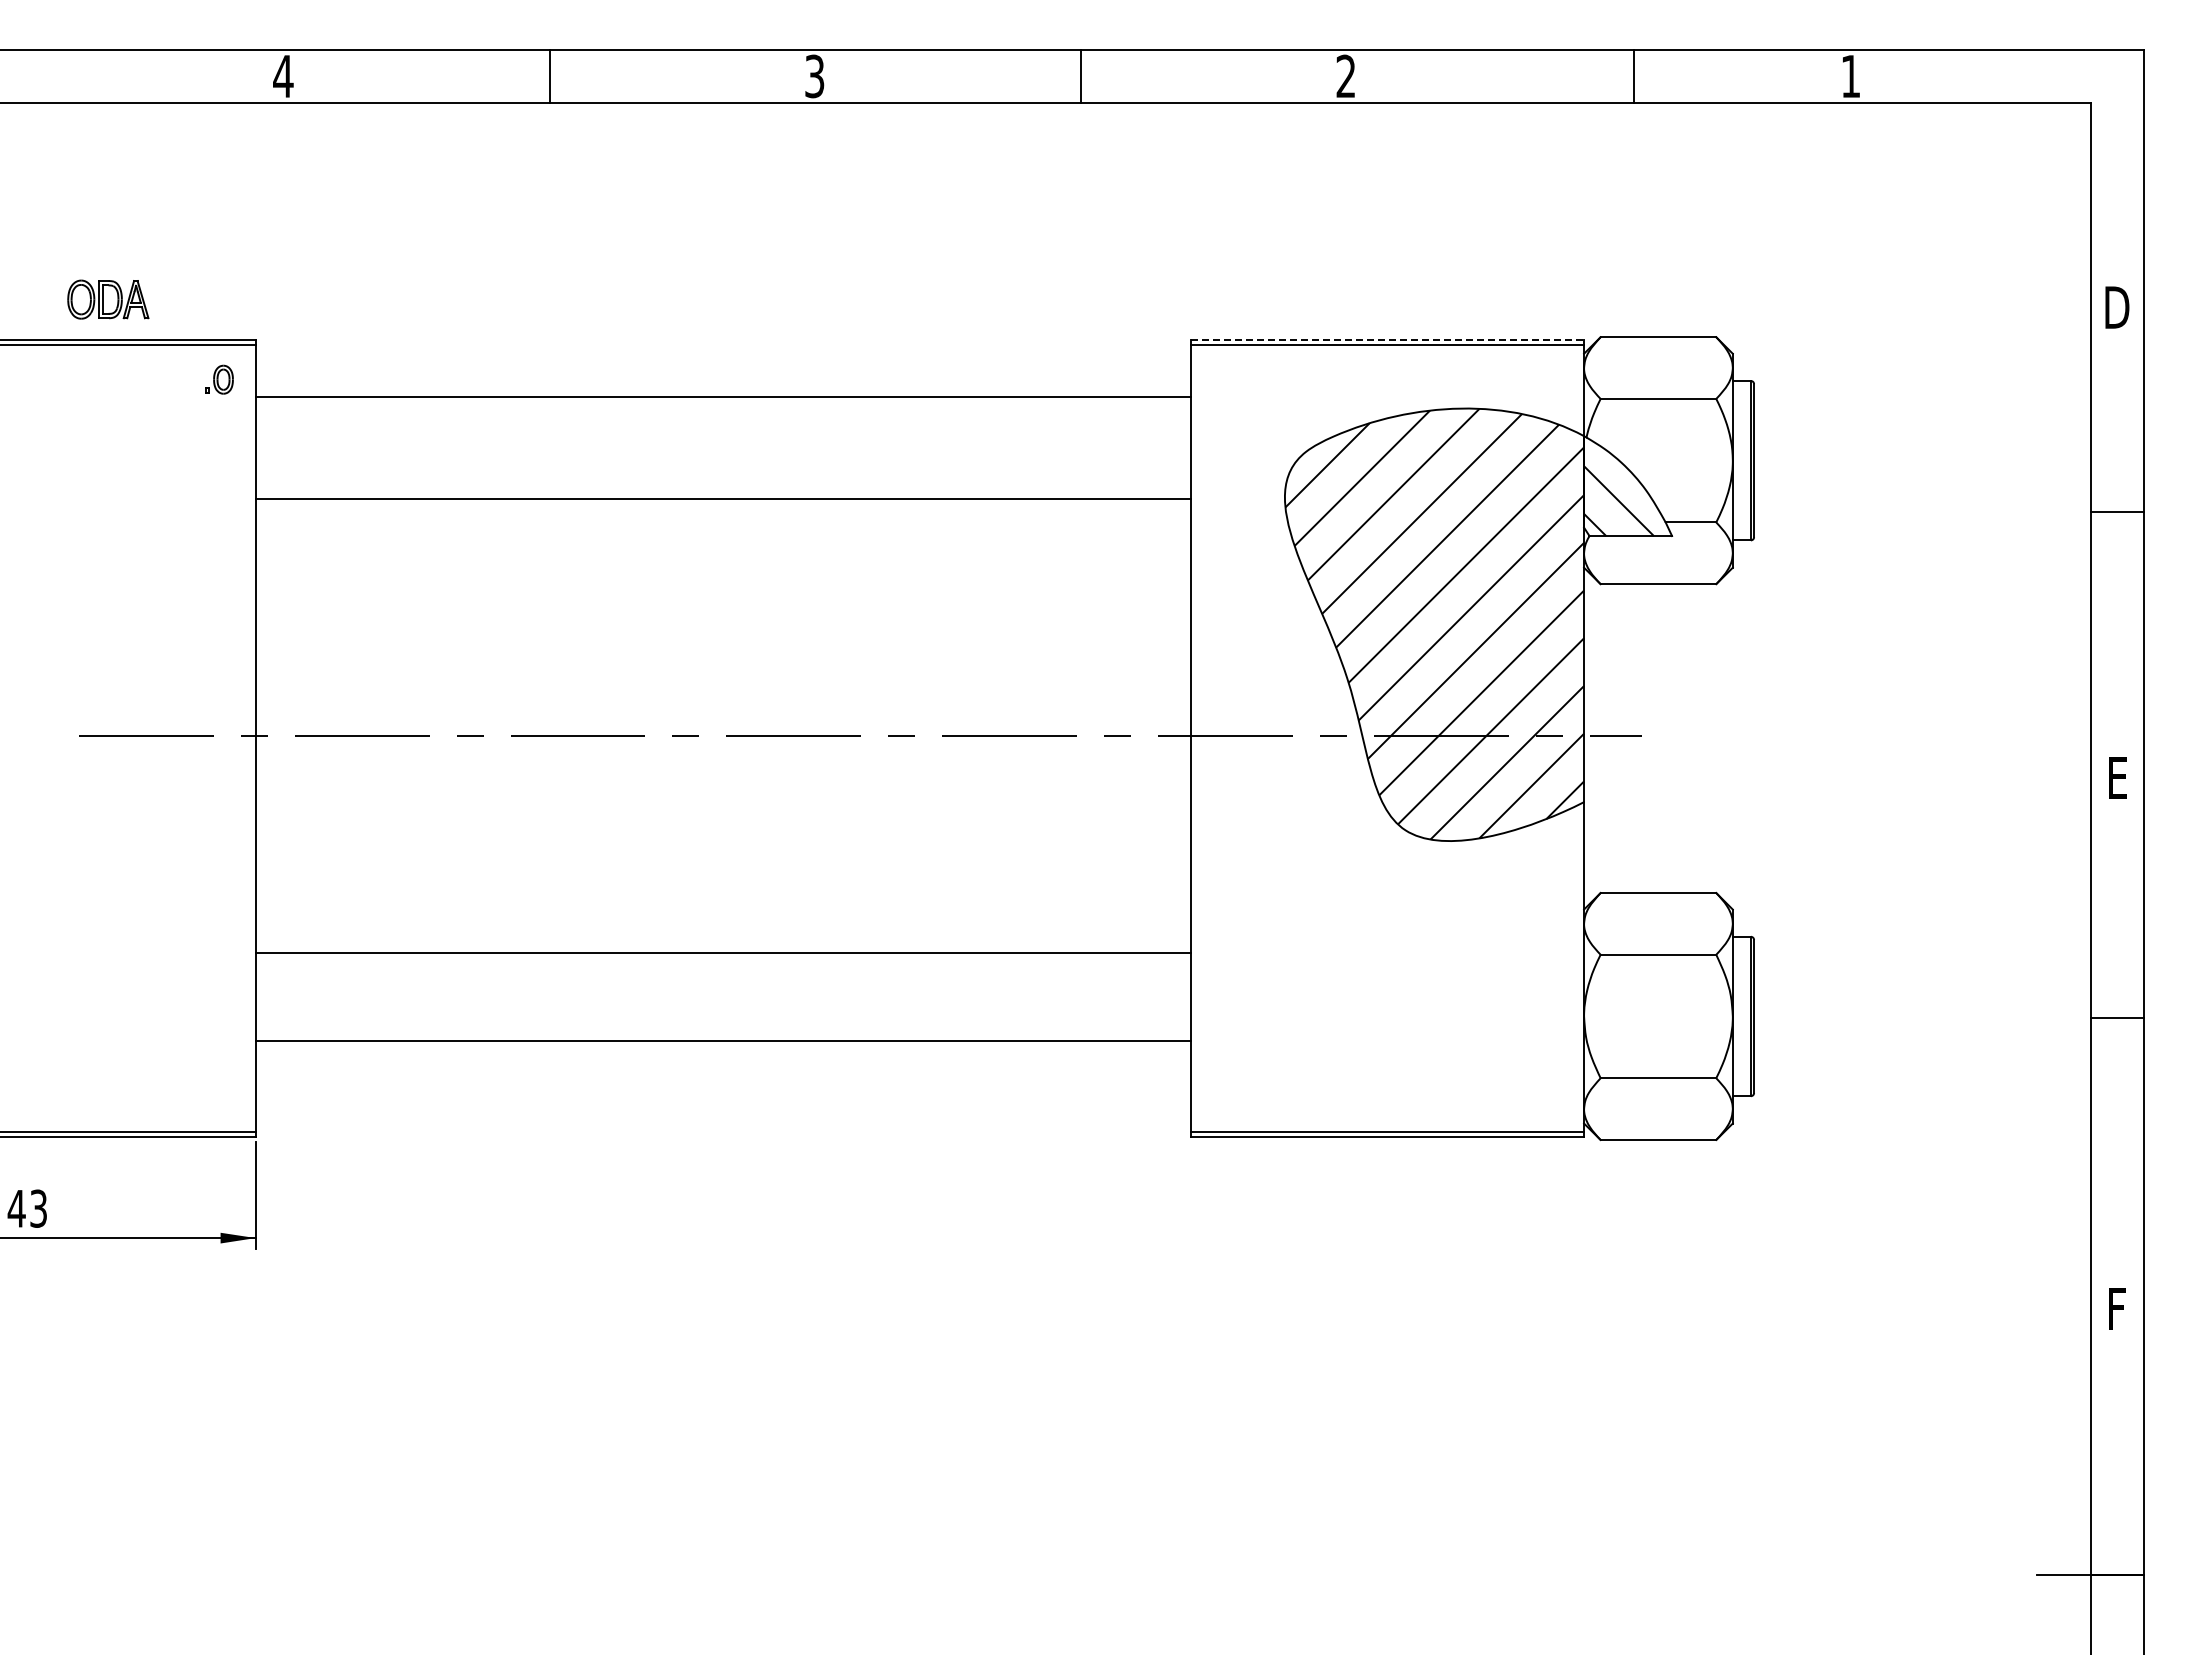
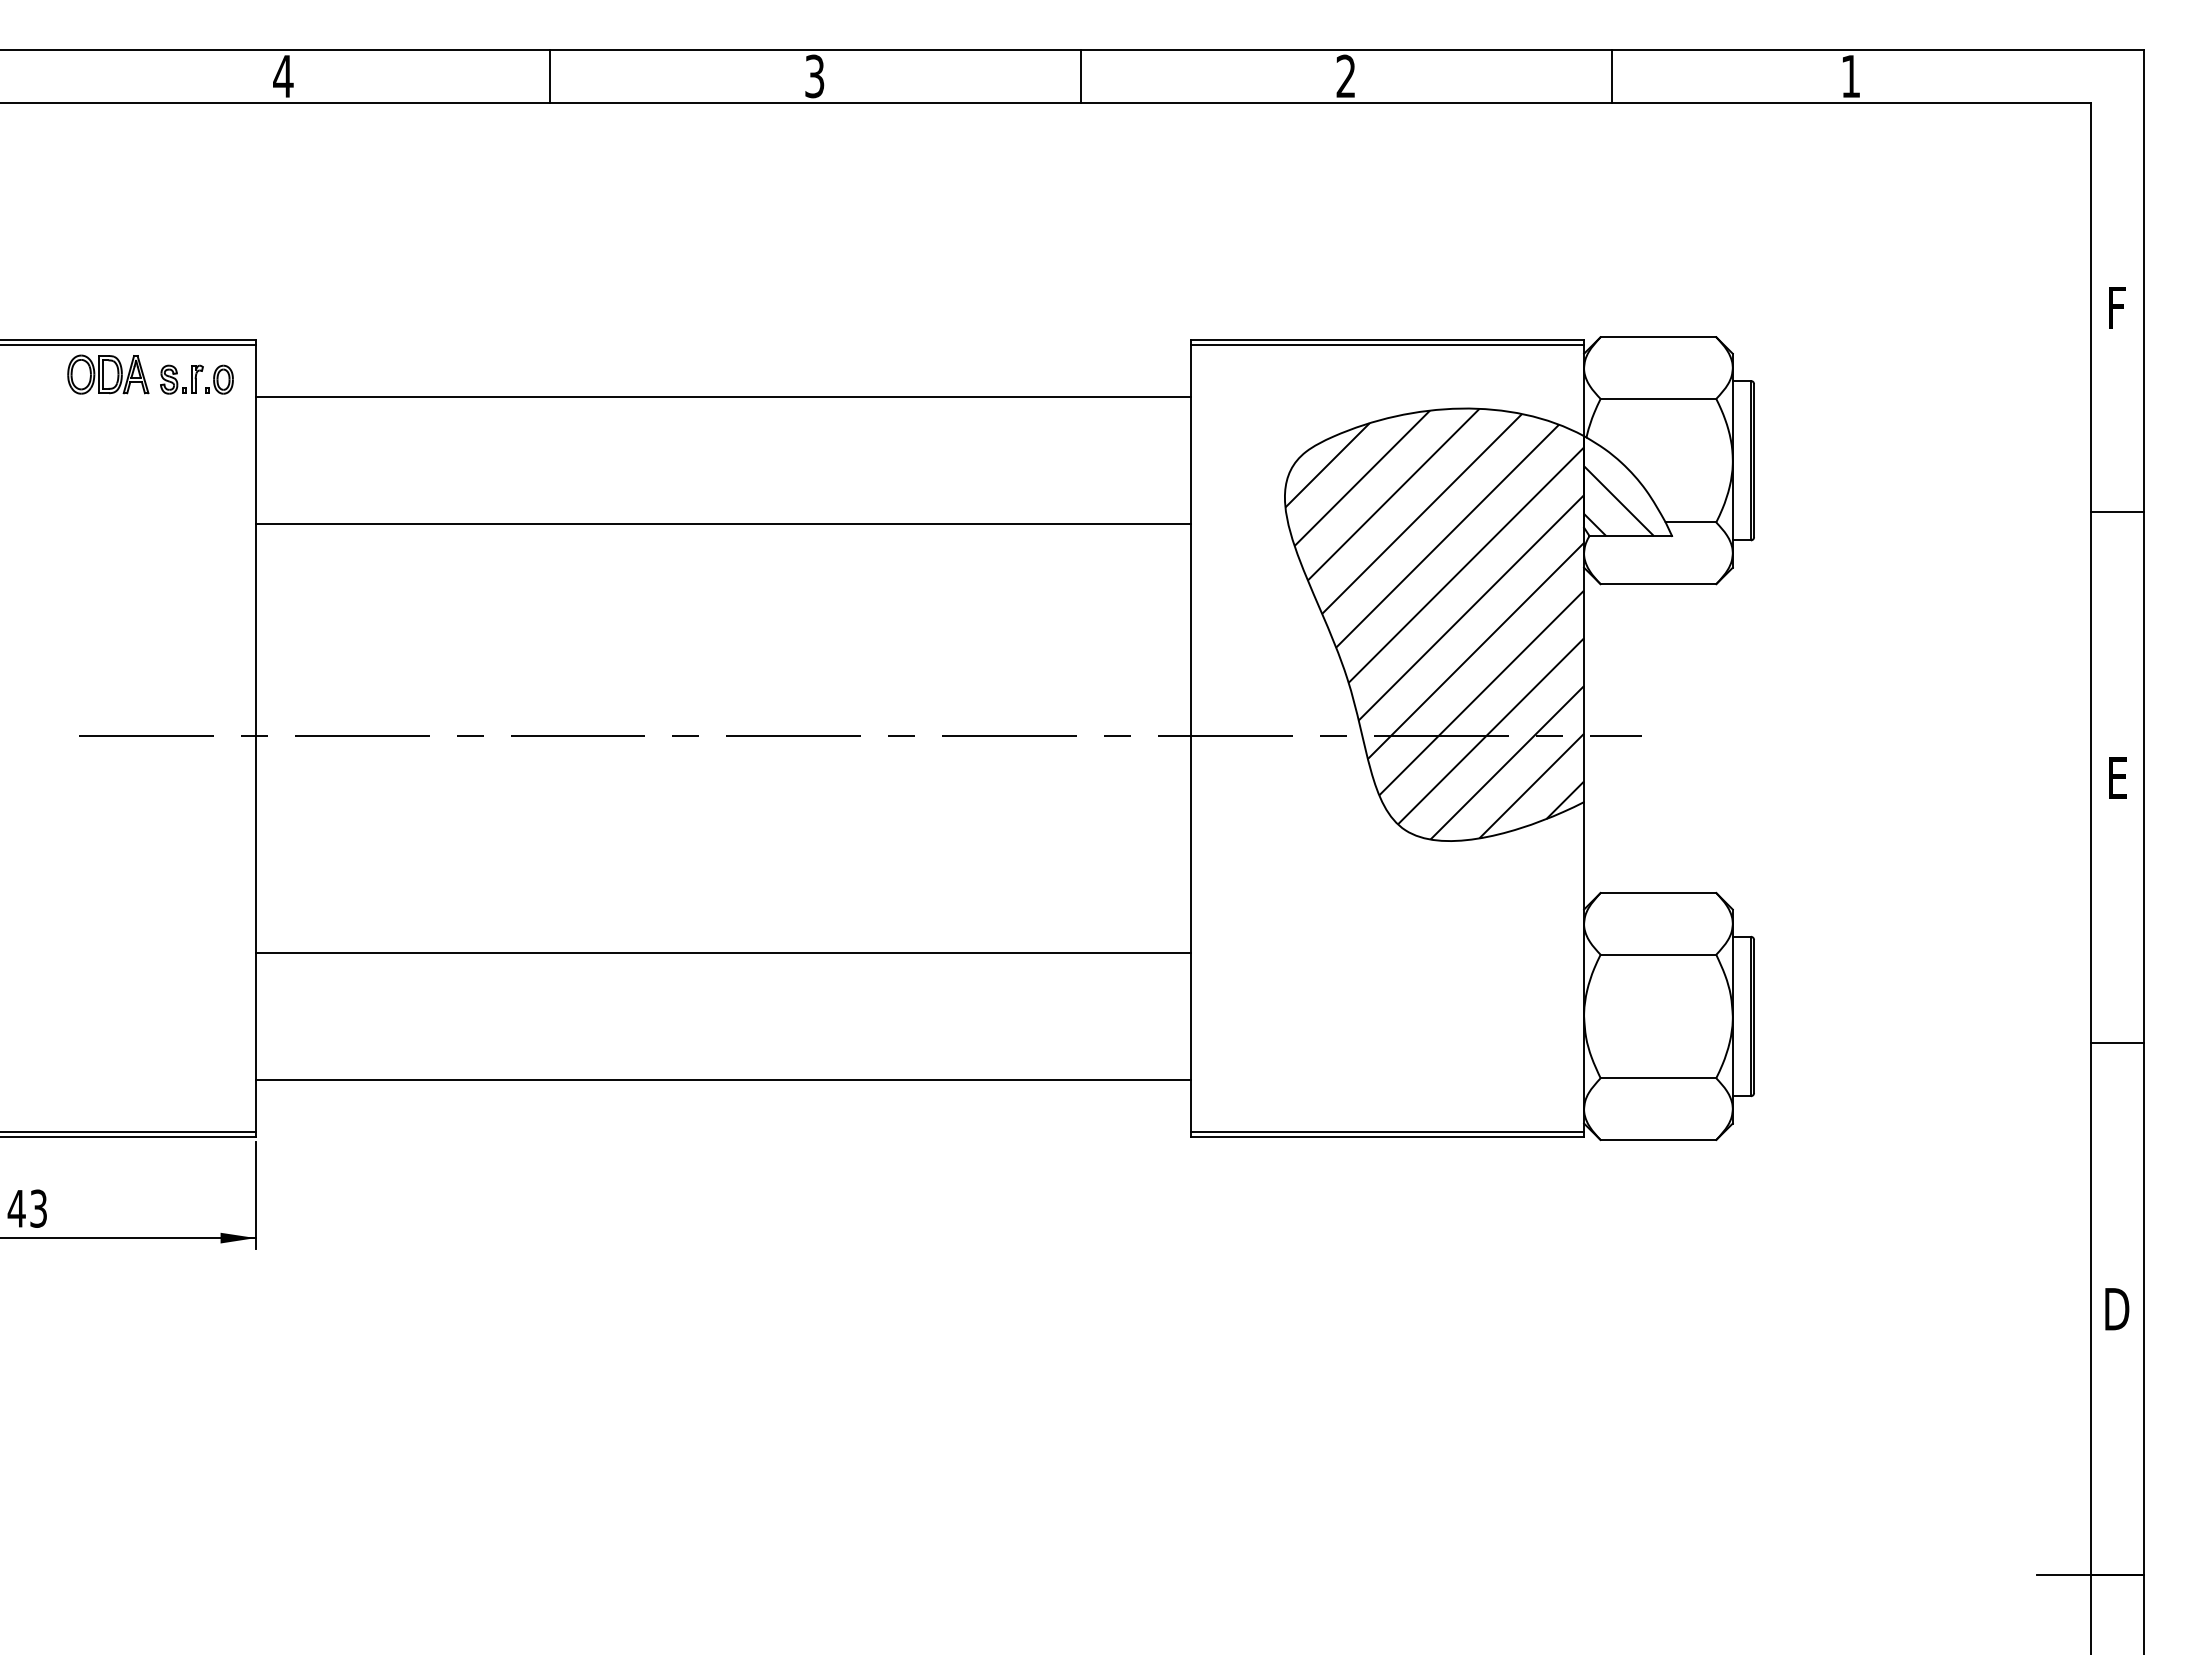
line at (1634, 75) position: (1634, 75) -> (1612, 75)
part at (108, 299) position: (108, 299) -> (108, 374)
text at (2117, 307): D -> F
line at (1387, 340): dashed -> solid
part at (181, 379): none -> present
line at (722, 499) position: (722, 499) -> (722, 524)
line at (2116, 1018) position: (2116, 1018) -> (2116, 1043)
line at (722, 1041) position: (722, 1041) -> (722, 1080)
text at (2117, 1309): F -> D
